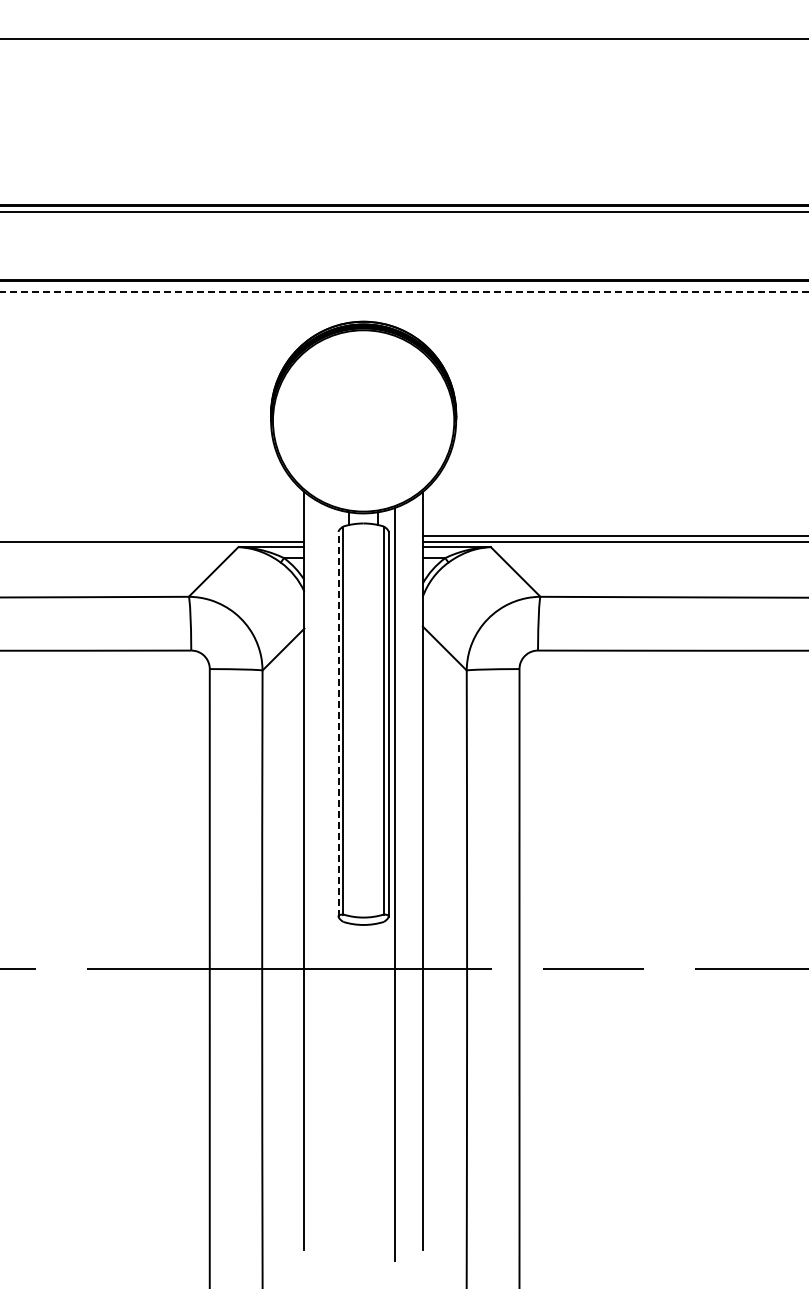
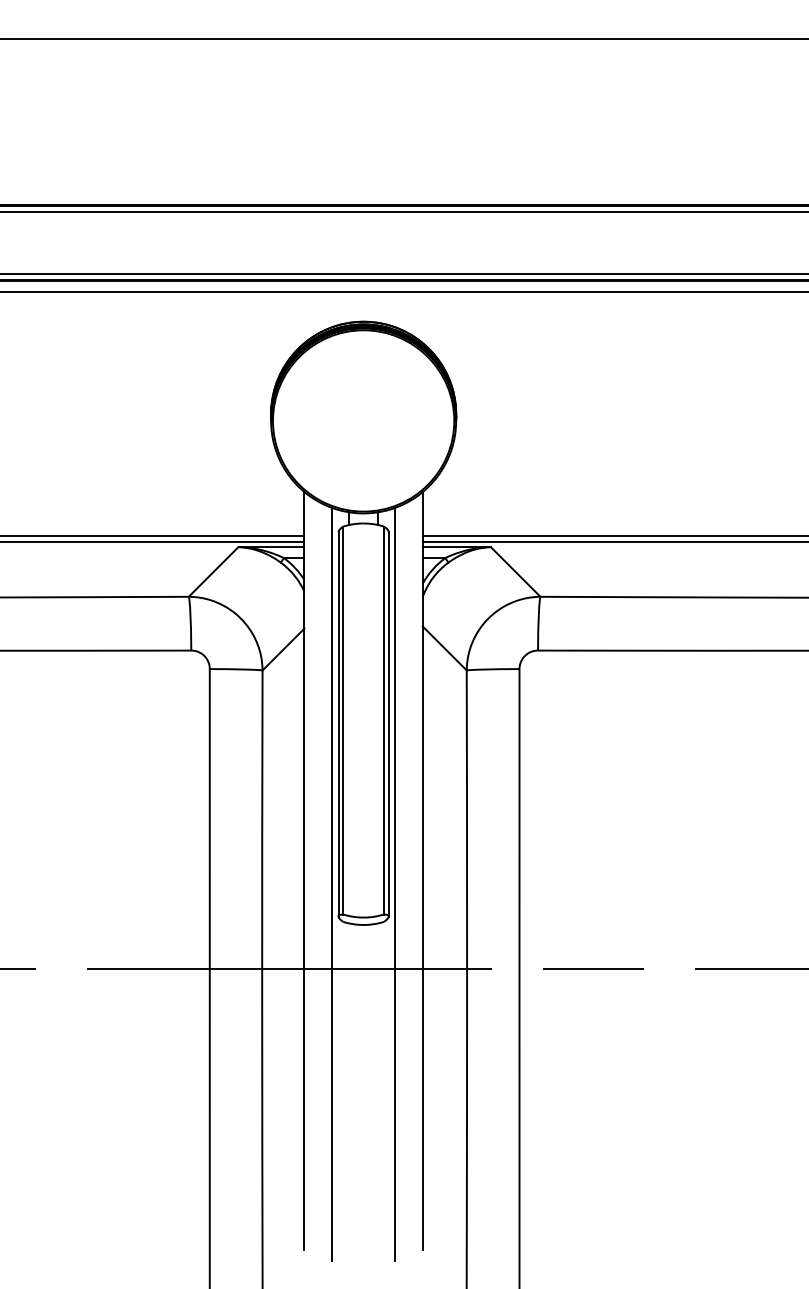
line at (403, 274): none -> present
line at (404, 292): dashed -> solid
line at (153, 536): none -> present
line at (338, 723): dashed -> solid
line at (331, 884): none -> present
